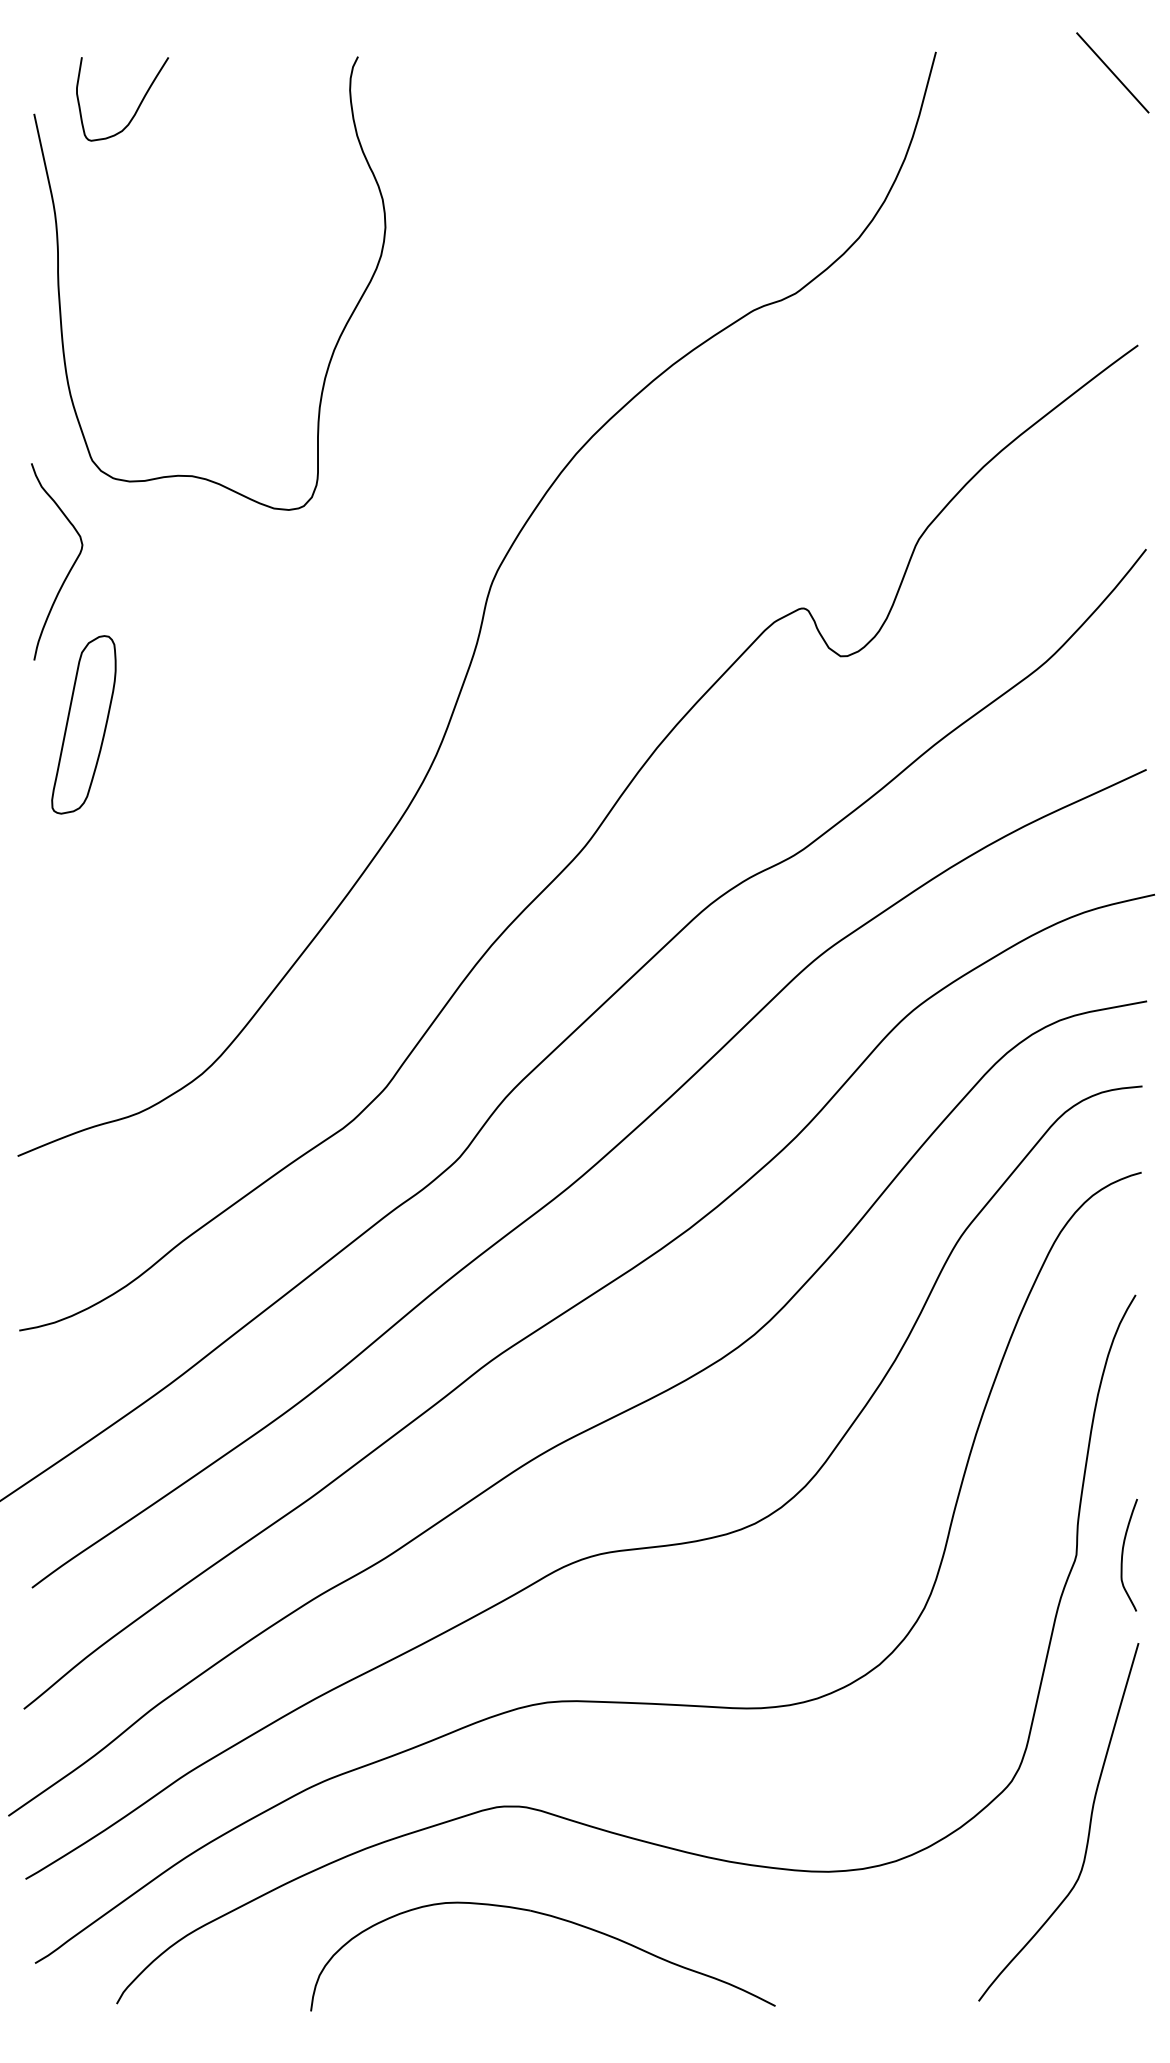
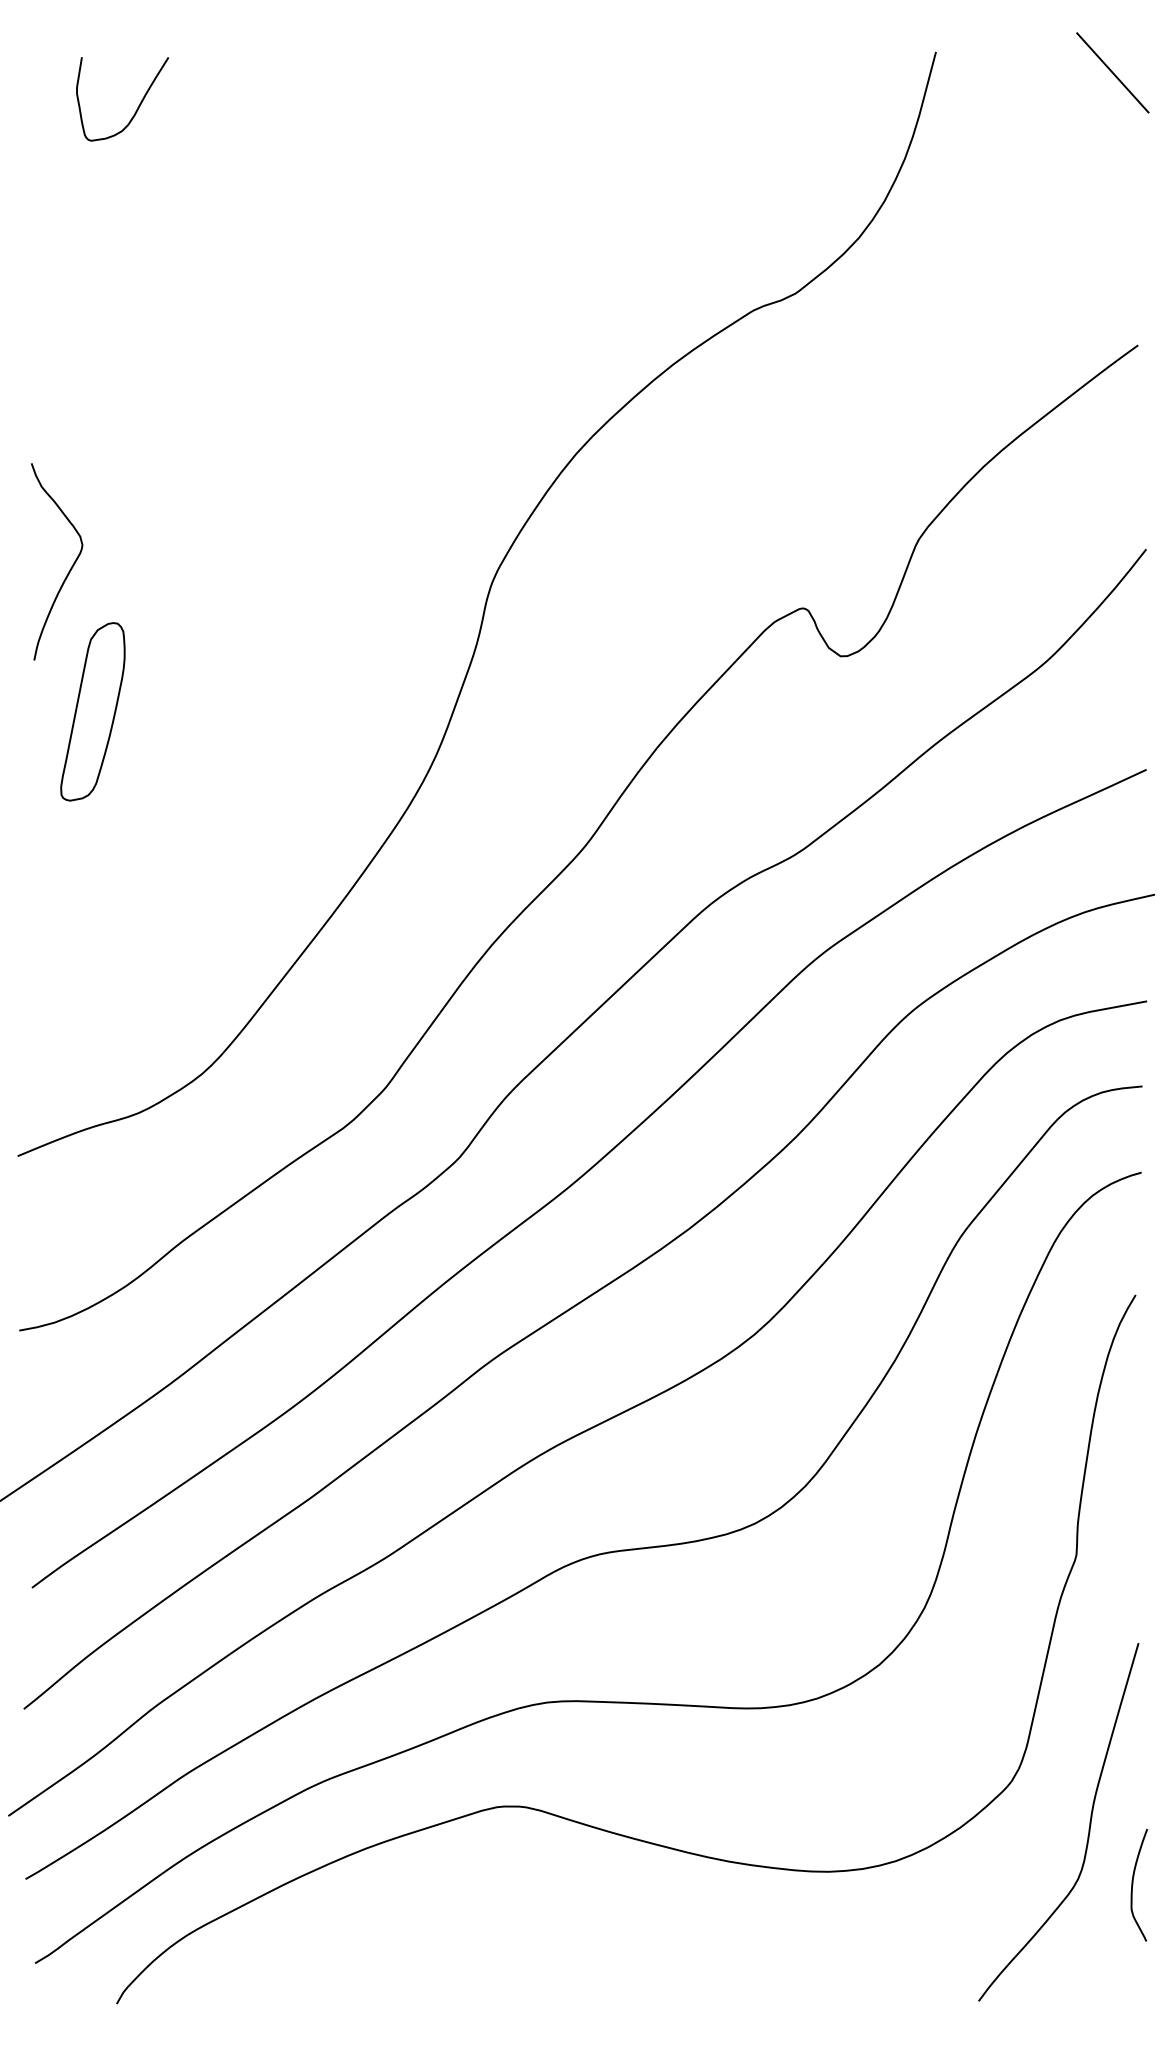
curve at (338, 337): present -> none
part at (83, 724) position: (83, 724) -> (92, 711)
curve at (1123, 1554) position: (1123, 1554) -> (1133, 1884)
part at (555, 1918): present -> none
